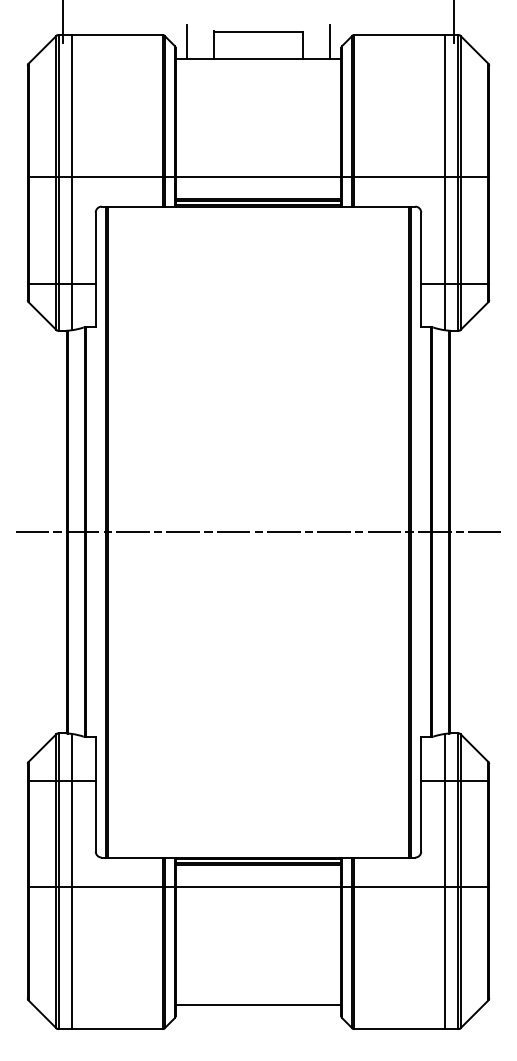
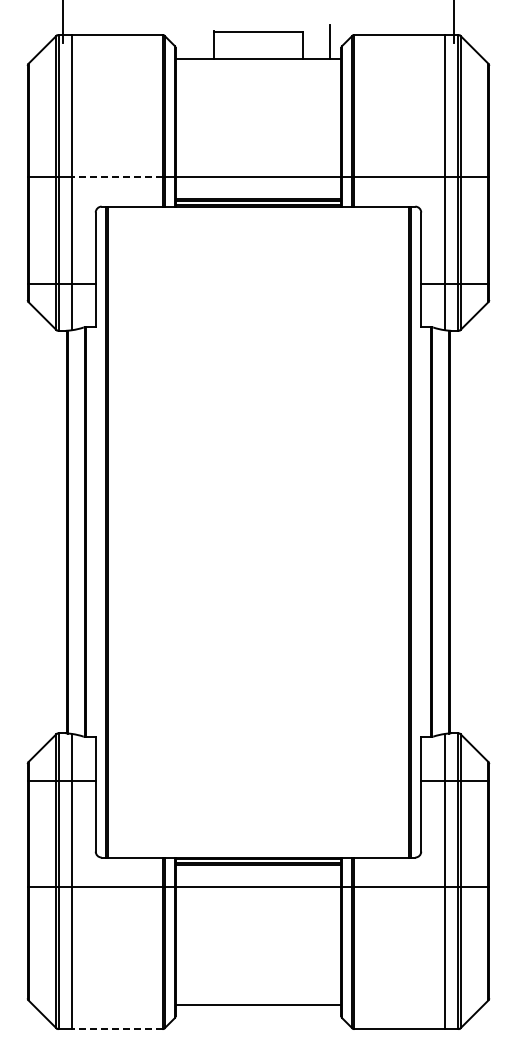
line at (186, 41): present -> none
line at (116, 177): solid -> dashed
line at (258, 532): present -> none
line at (116, 1029): solid -> dashed
